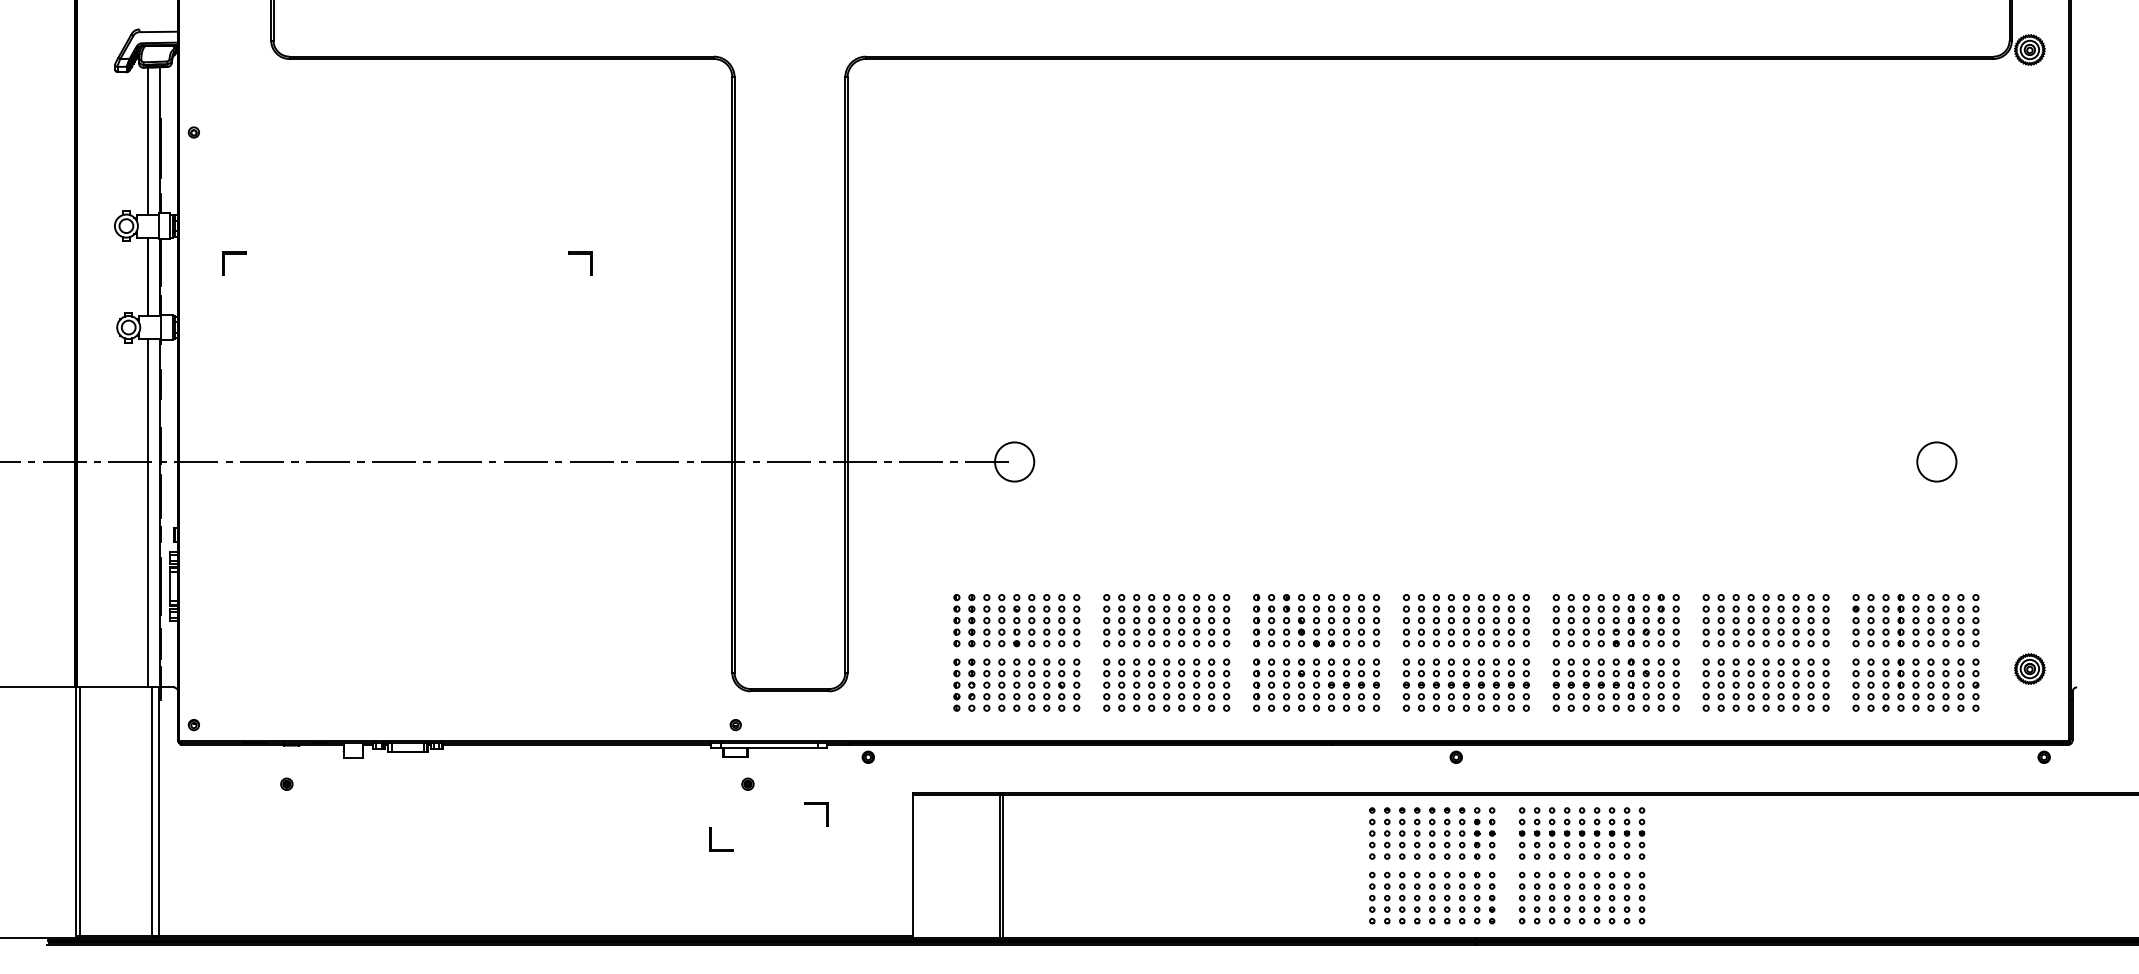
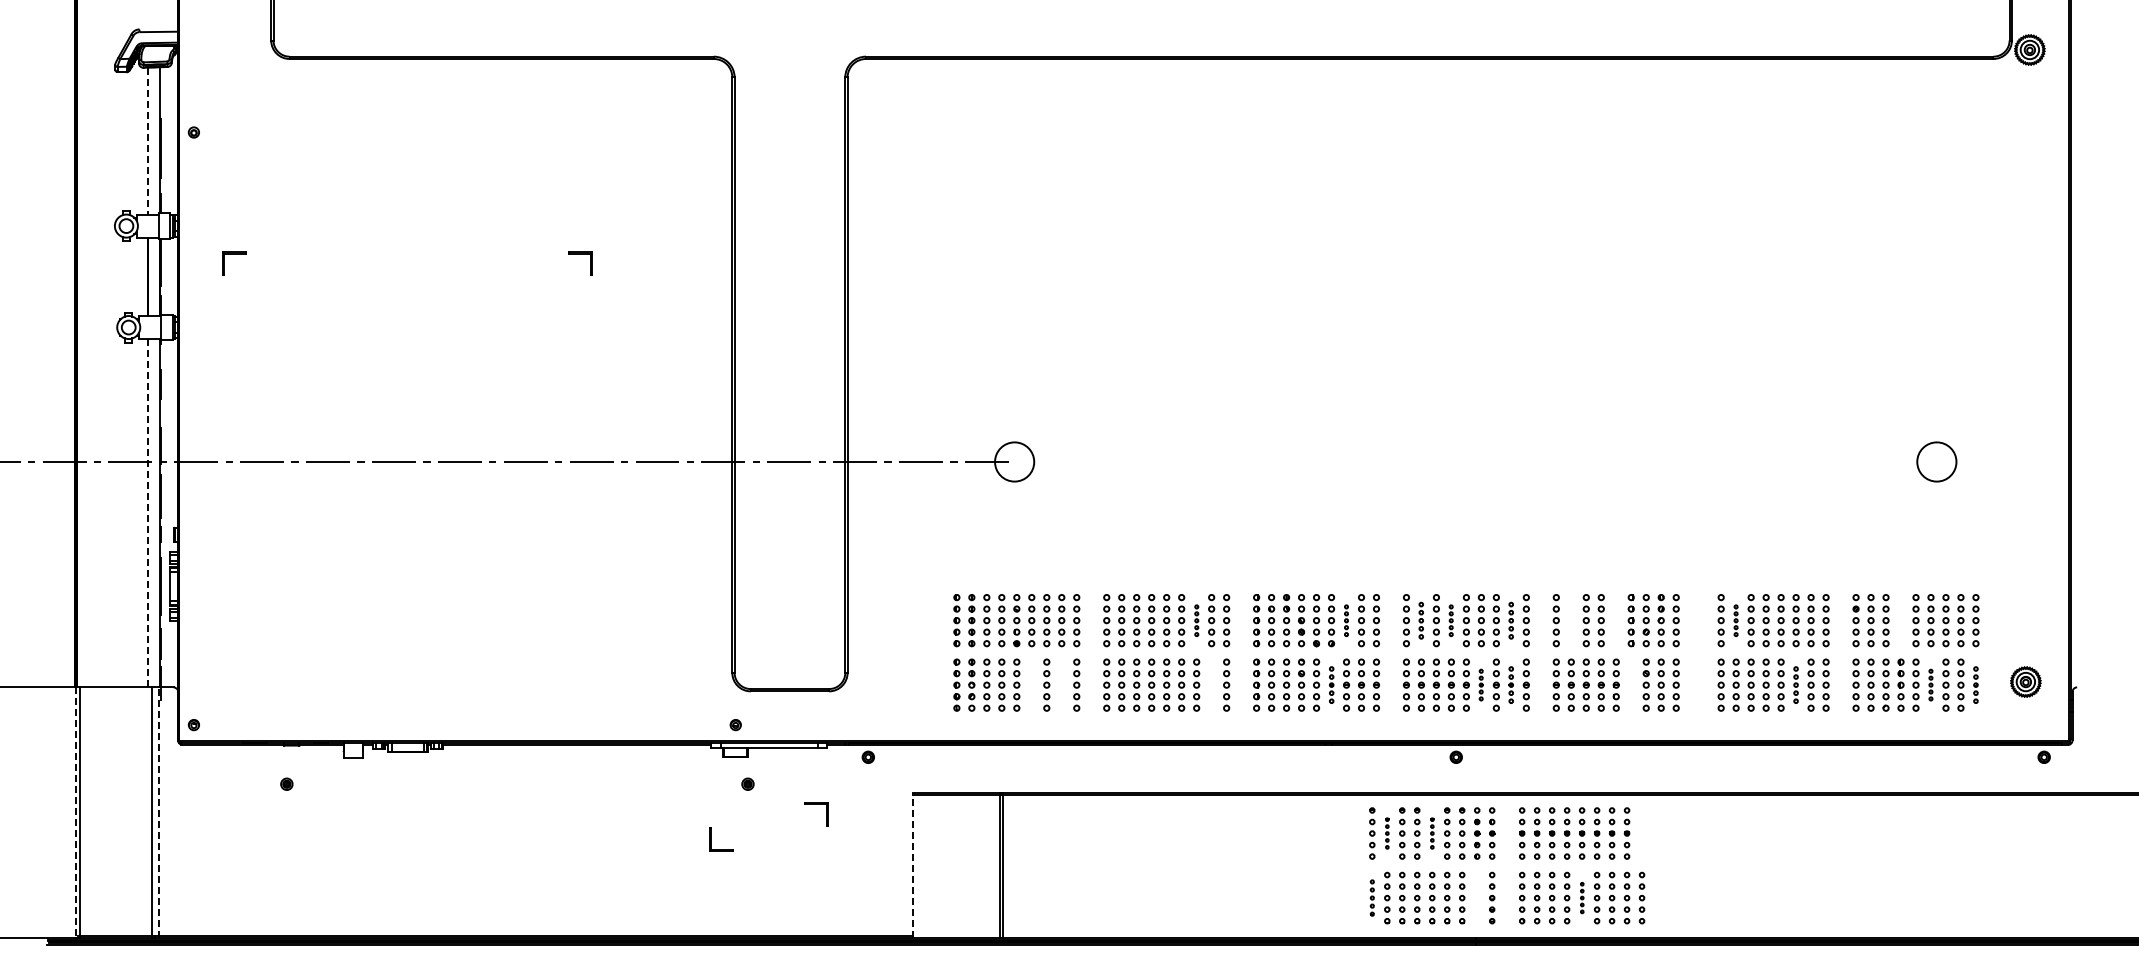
line at (148, 141): solid -> dashed
line at (148, 513): solid -> dashed
part at (1196, 620) size: 8x54 px -> 6x34 px
part at (1346, 620) size: 7x54 px -> 5x34 px
part at (1420, 620) size: 8x54 px -> 6x39 px
part at (1450, 620) size: 8x54 px -> 6x34 px
part at (1510, 620) size: 8x54 px -> 6x39 px
part at (1570, 620): present -> none
part at (1615, 620): present -> none
part at (1705, 620): present -> none
part at (1735, 620) size: 8x54 px -> 6x33 px
part at (1900, 620): present -> none
part at (2029, 668) position: (2029, 668) -> (2025, 681)
part at (1031, 684): present -> none
part at (1061, 684): present -> none
part at (1211, 684): present -> none
part at (1331, 684) size: 8x54 px -> 6x38 px
part at (1480, 684) size: 8x54 px -> 6x34 px
part at (1510, 684) size: 8x54 px -> 6x38 px
part at (1630, 684): present -> none
part at (1705, 684): present -> none
part at (1795, 684) size: 8x54 px -> 6x38 px
part at (1930, 684) size: 8x54 px -> 6x34 px
part at (1975, 684) size: 8x54 px -> 6x38 px
line at (159, 812): solid -> dashed
line at (75, 813): solid -> dashed
part at (1387, 833) size: 7x53 px -> 5x33 px
part at (1432, 833) size: 7x53 px -> 5x33 px
part at (1641, 833): present -> none
line at (913, 865): solid -> dashed
part at (1372, 897) size: 7x54 px -> 6x38 px
part at (1477, 897): present -> none
part at (1582, 897) size: 7x54 px -> 5x33 px
